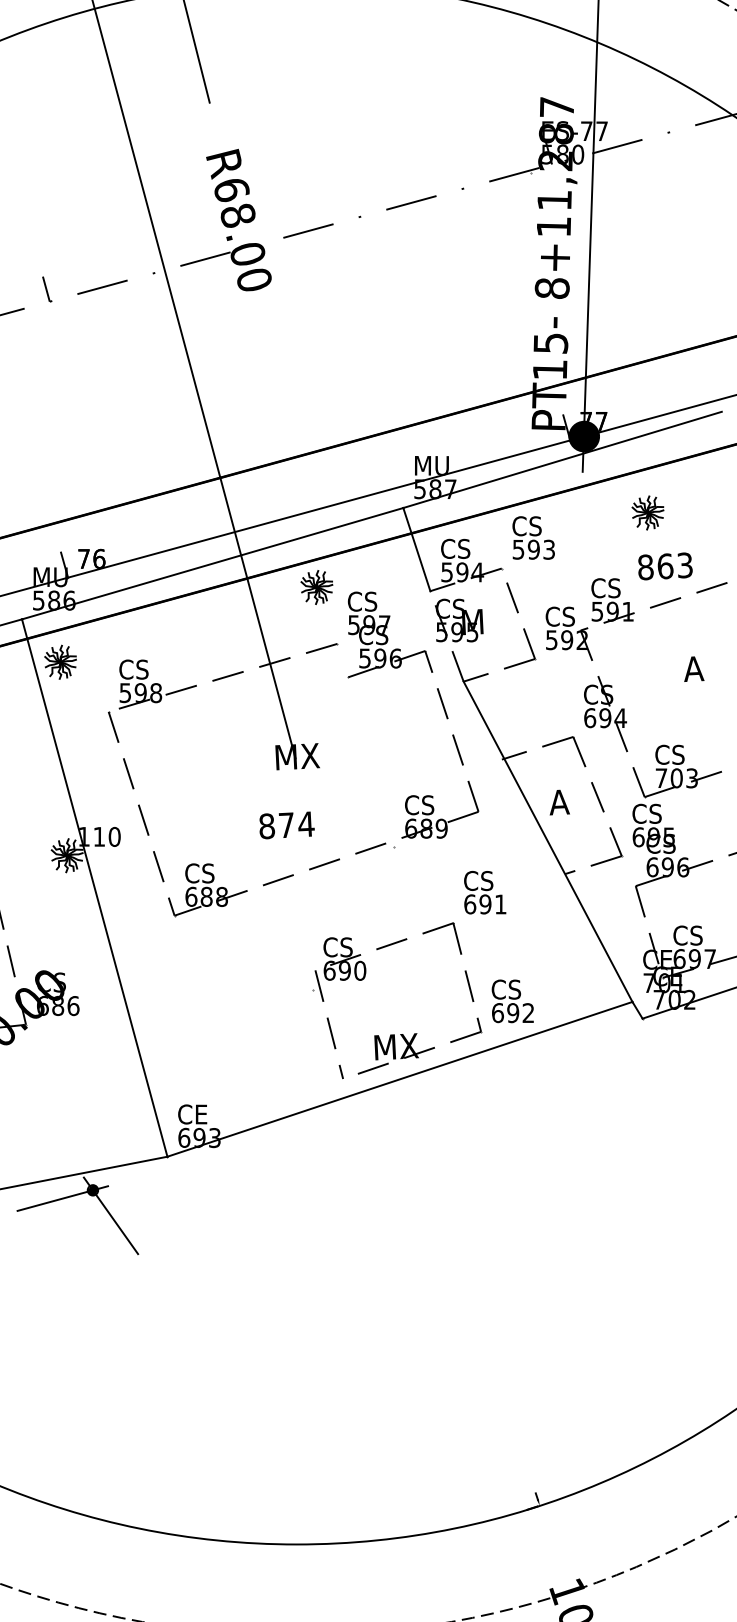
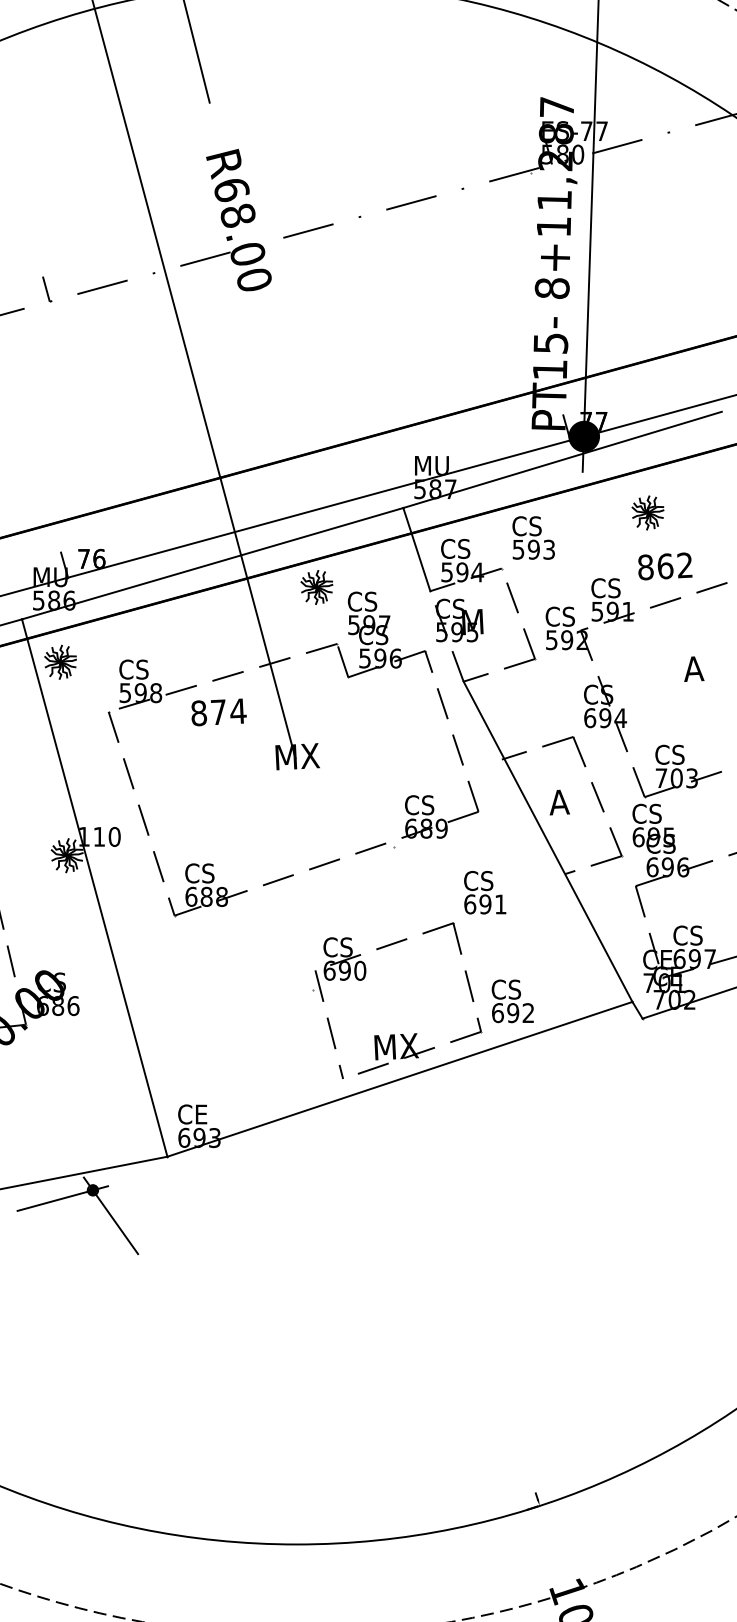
text at (684, 565): 863 -> 862
line at (342, 660): none -> present
text at (286, 825) position: (286, 825) -> (218, 712)
